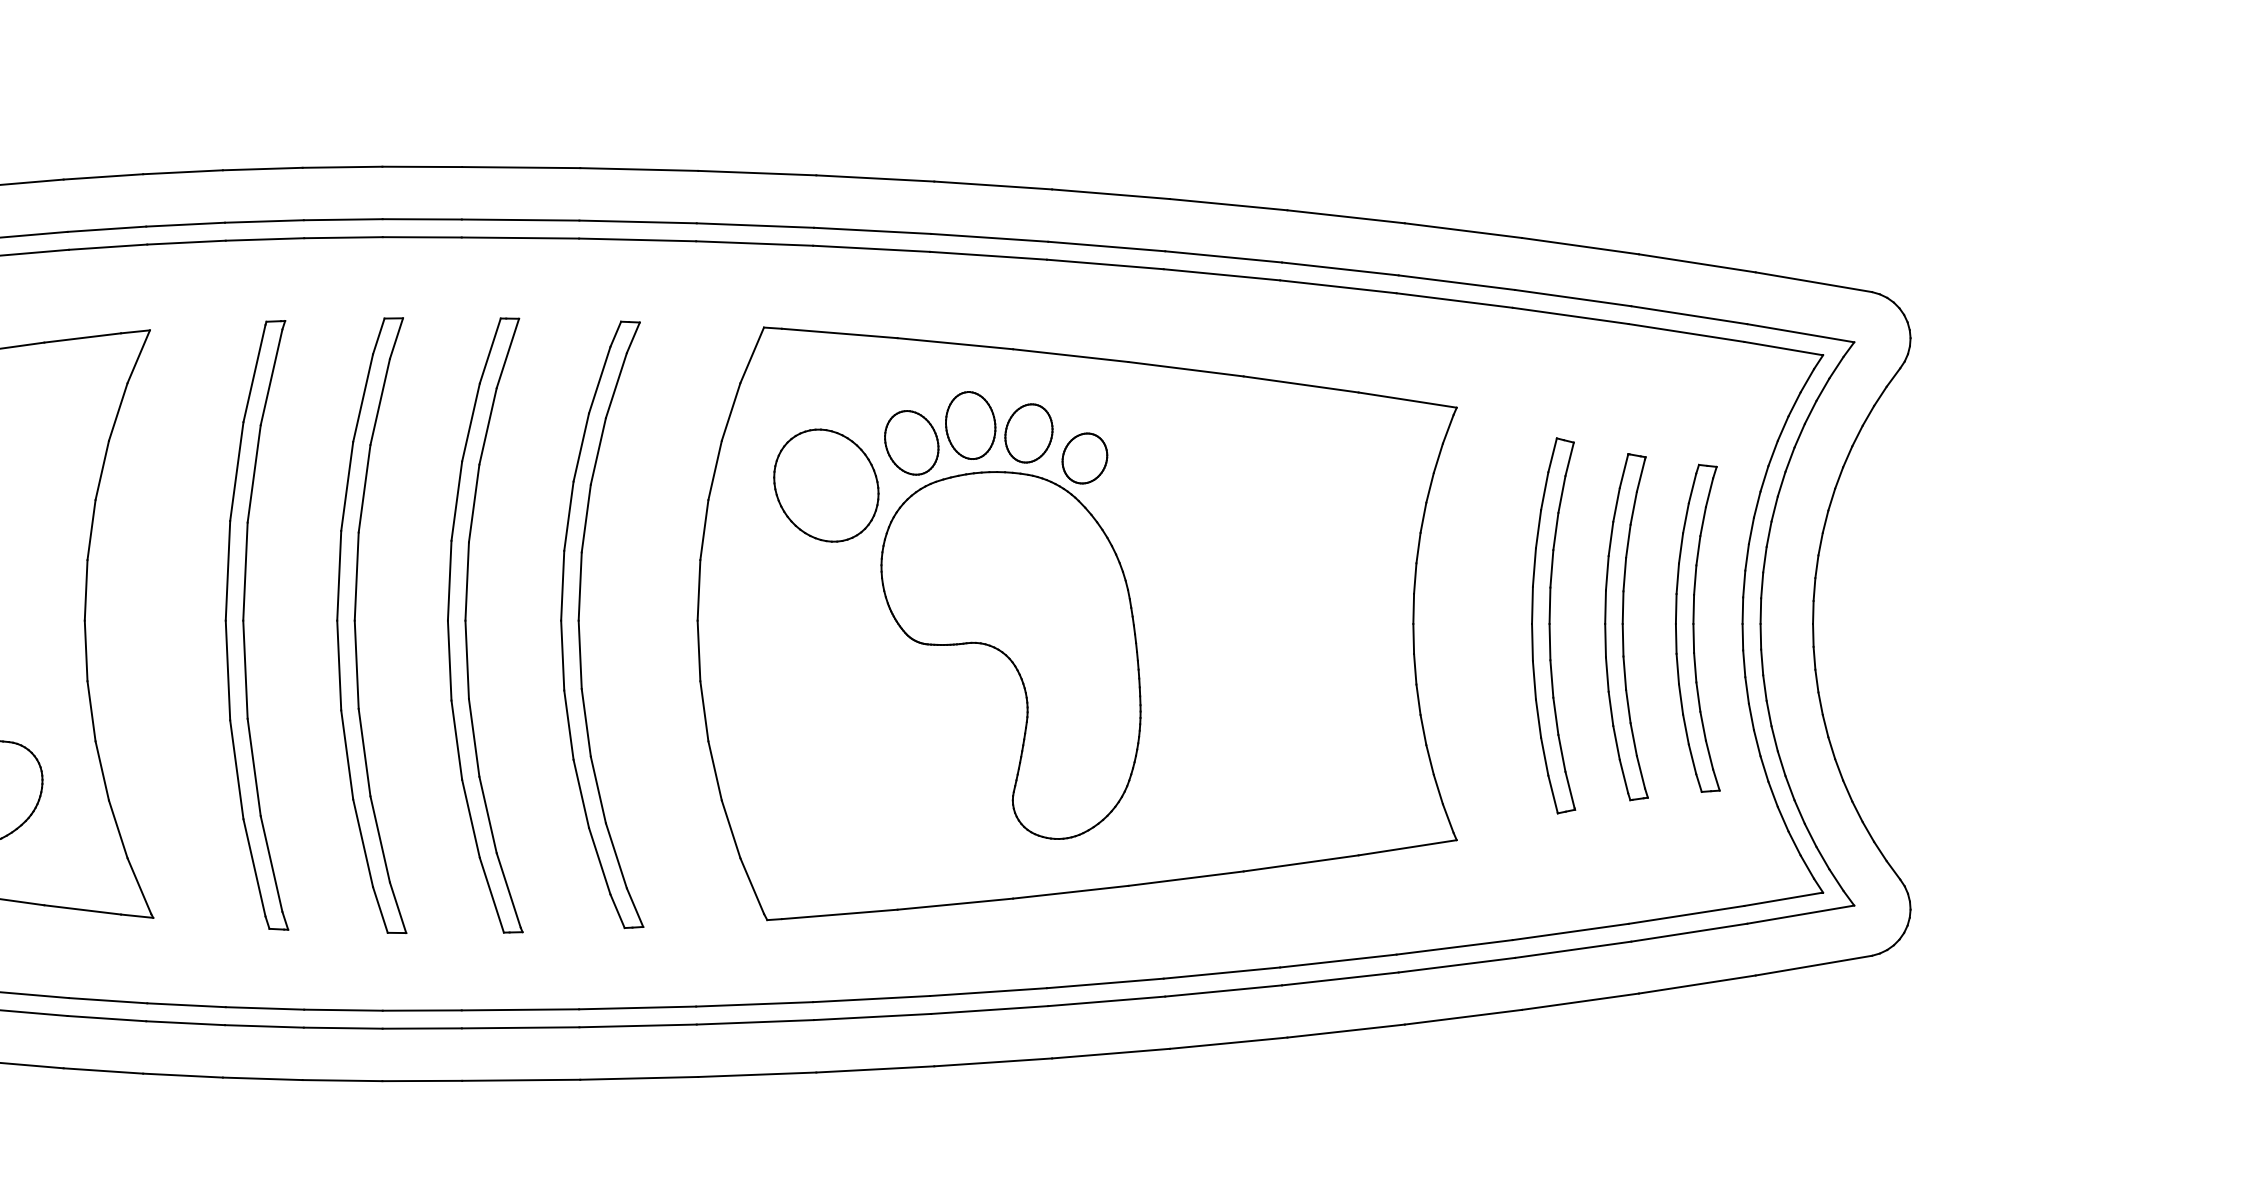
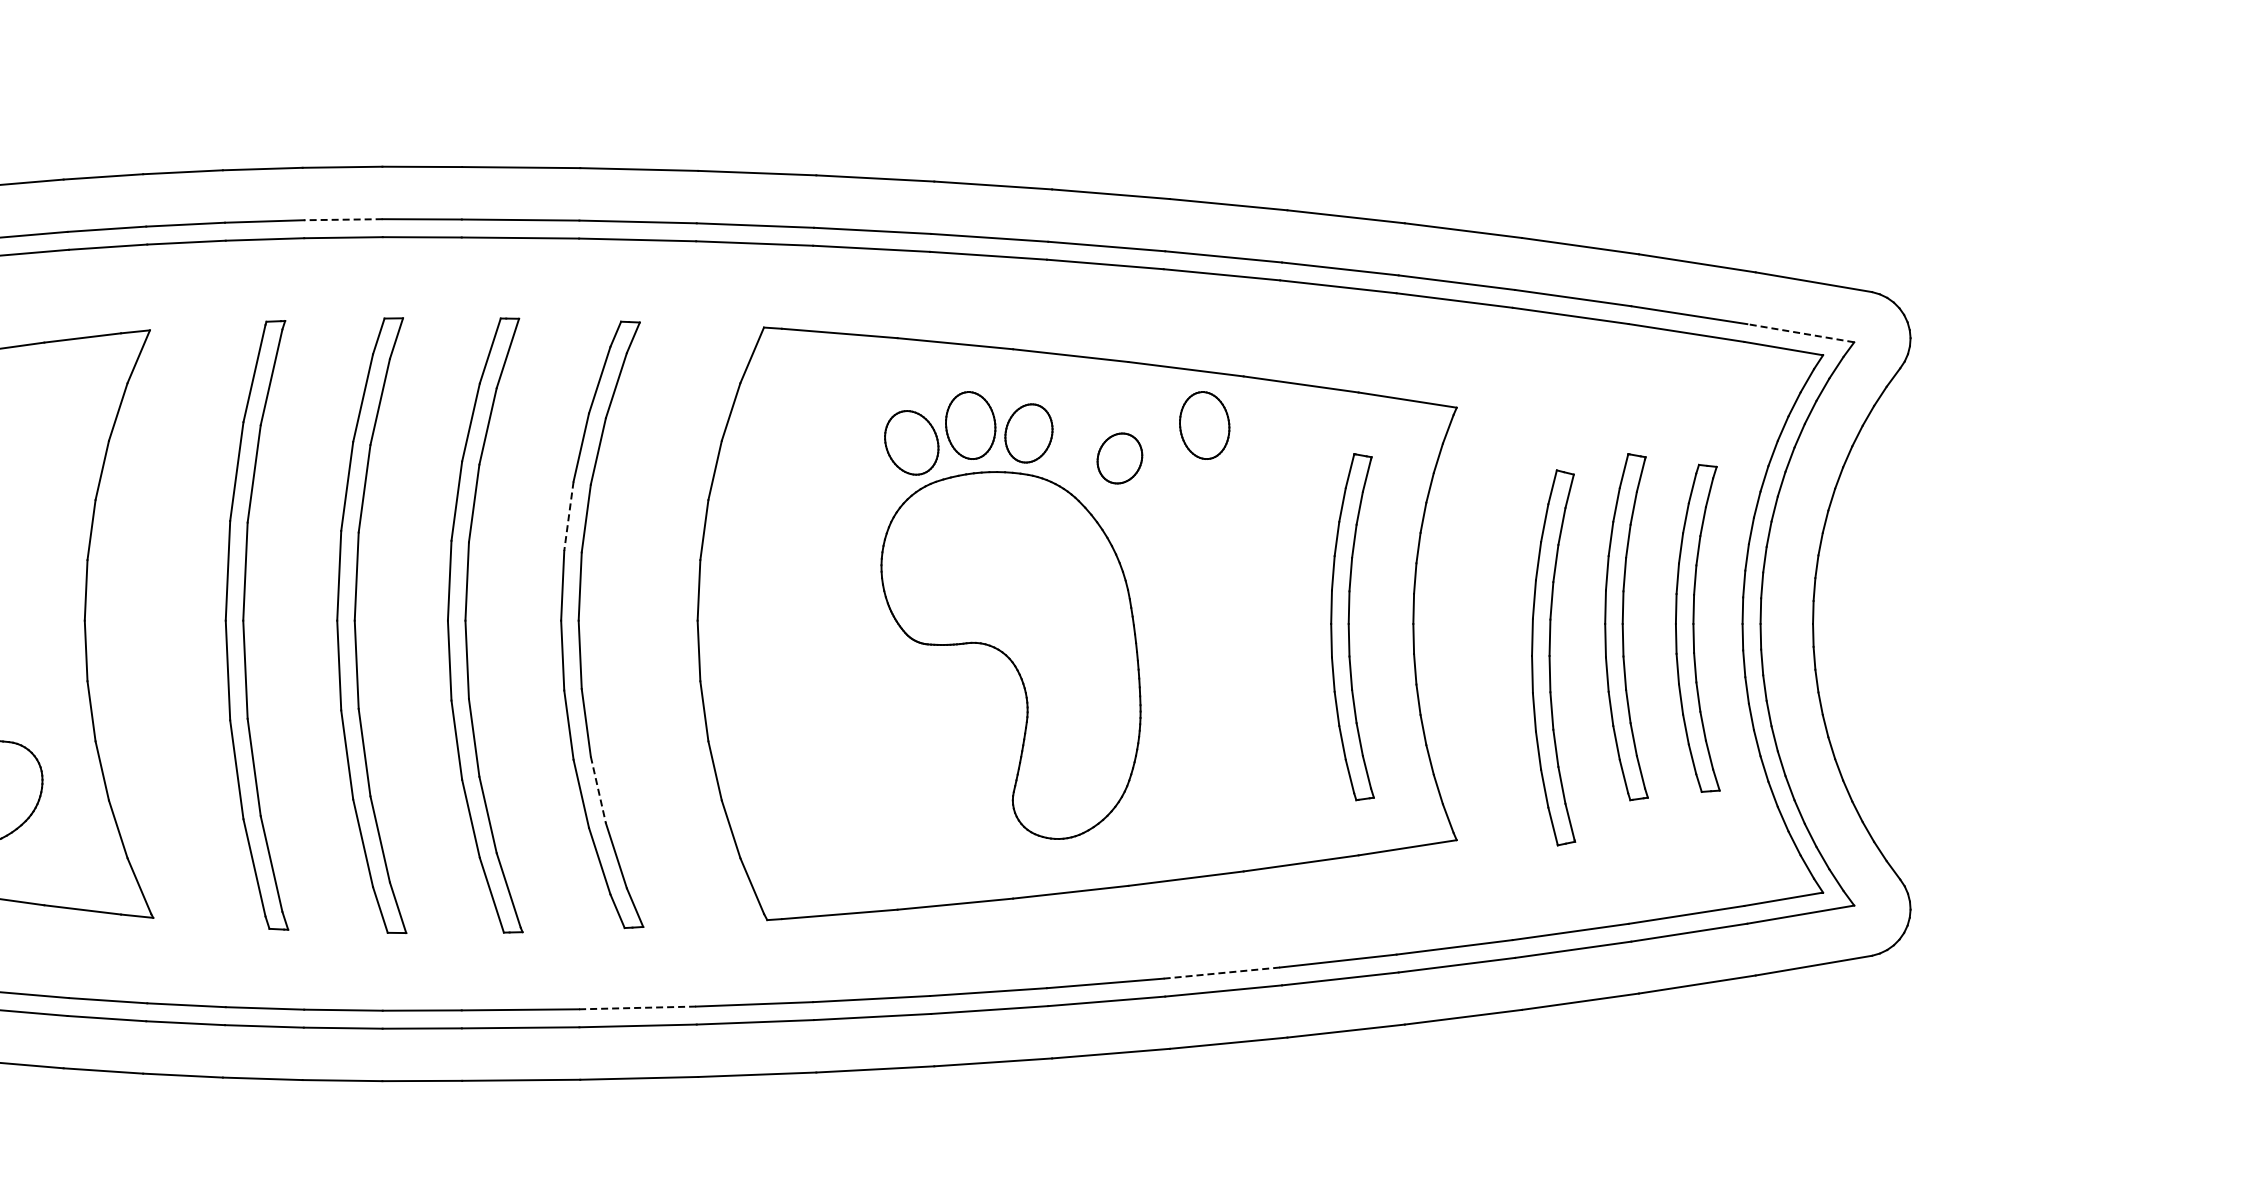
line at (342, 219): solid -> dashed
line at (1800, 333): solid -> dashed
part at (1204, 425): none -> present
part at (1084, 458) position: (1084, 458) -> (1119, 458)
part at (826, 485): present -> none
line at (568, 516): solid -> dashed
part at (1553, 625) position: (1553, 625) -> (1553, 657)
part at (1352, 627): none -> present
line at (598, 790): solid -> dashed
line at (1221, 973): solid -> dashed
line at (637, 1007): solid -> dashed
